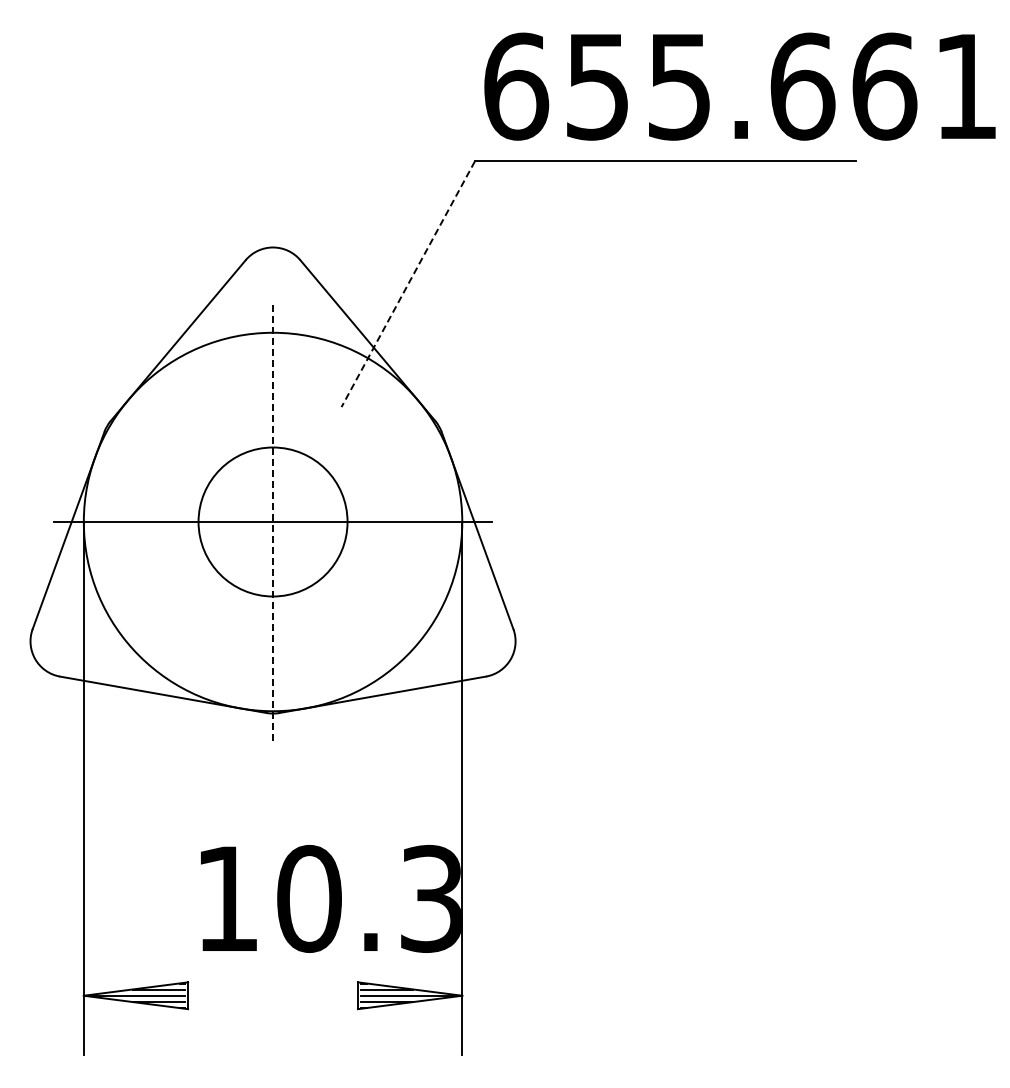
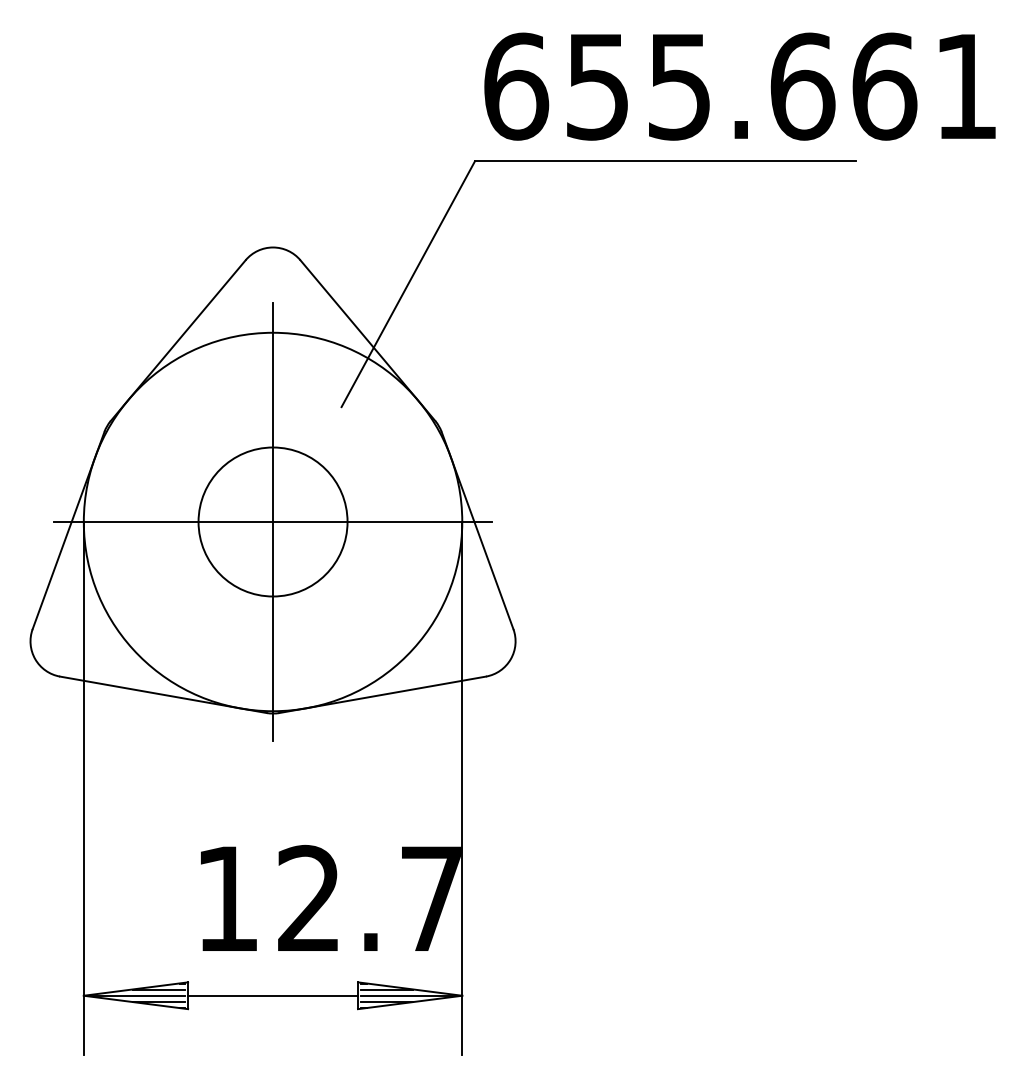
line at (408, 284): dashed -> solid
line at (273, 521): dashed -> solid
text at (368, 898): 10.3 -> 12.7
line at (272, 995): none -> present
